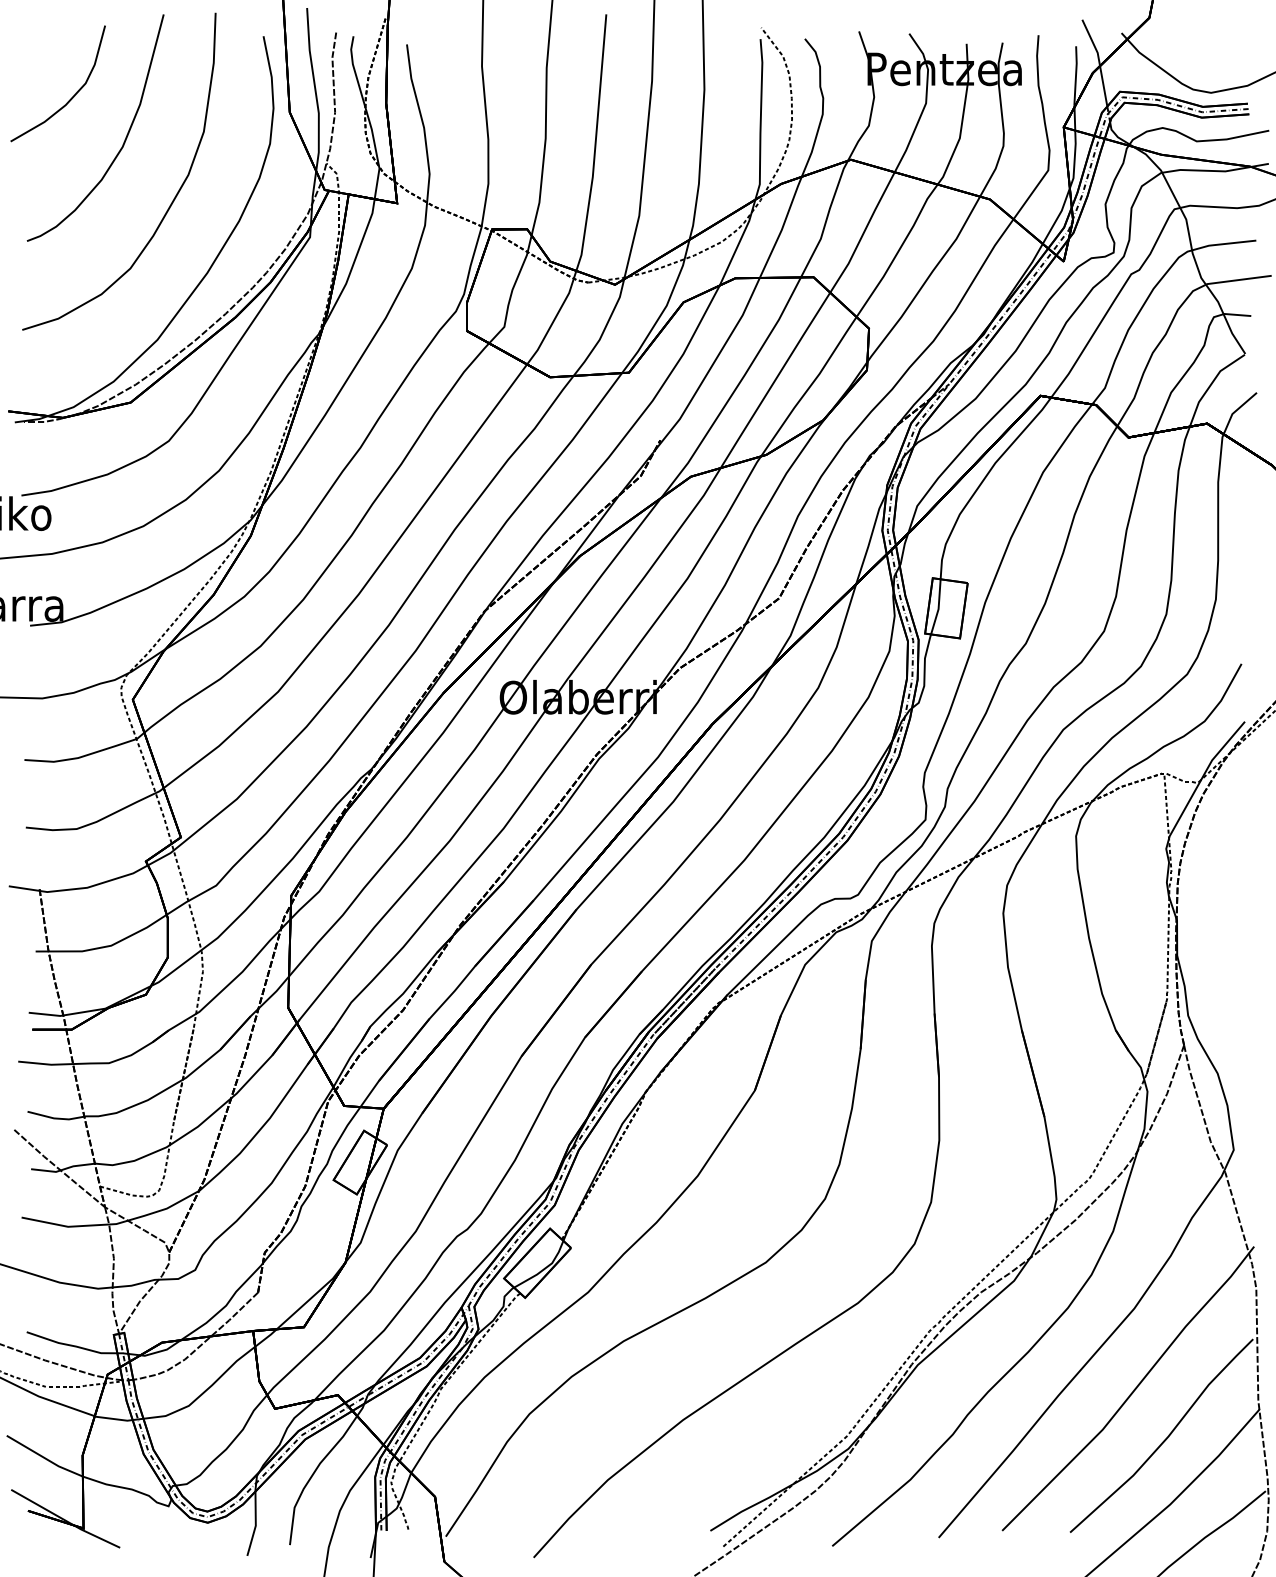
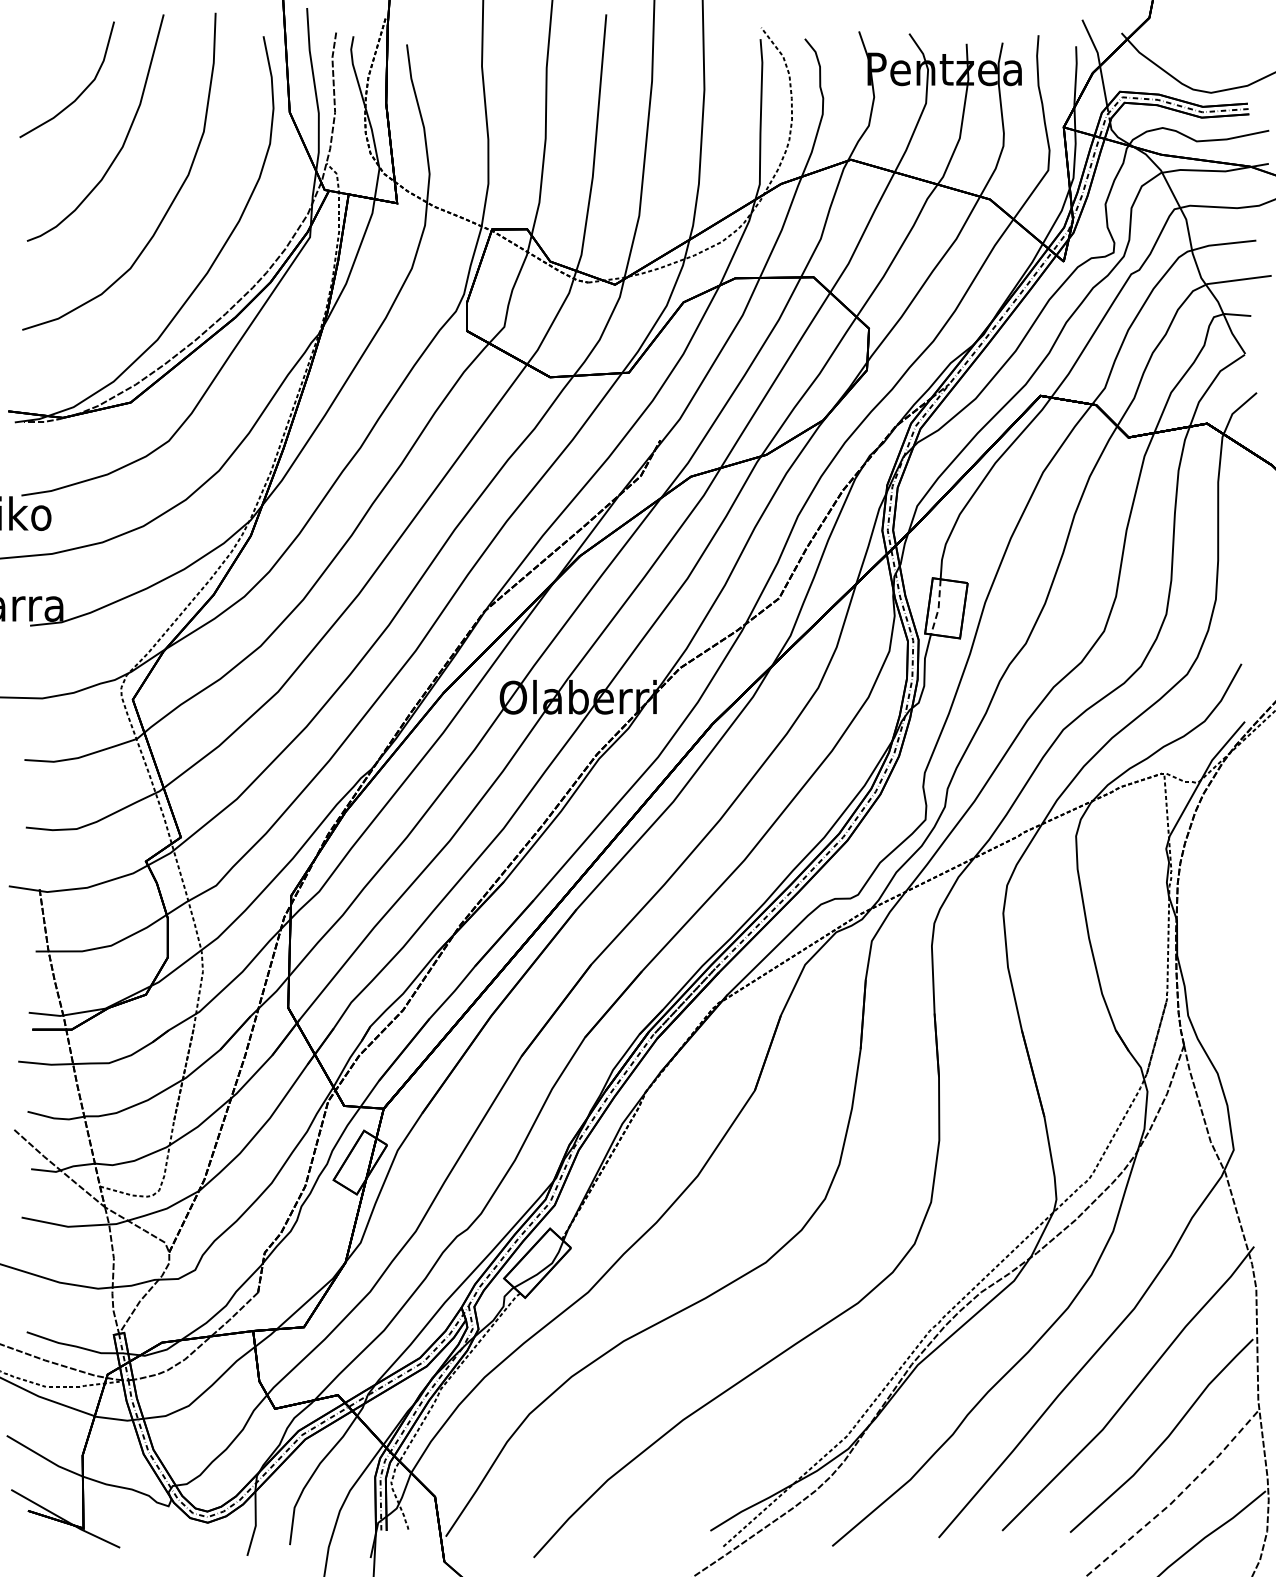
curve at (71, 97) position: (71, 97) -> (80, 93)
line at (938, 608): solid -> dashed
line at (1177, 1497): solid -> dashed
